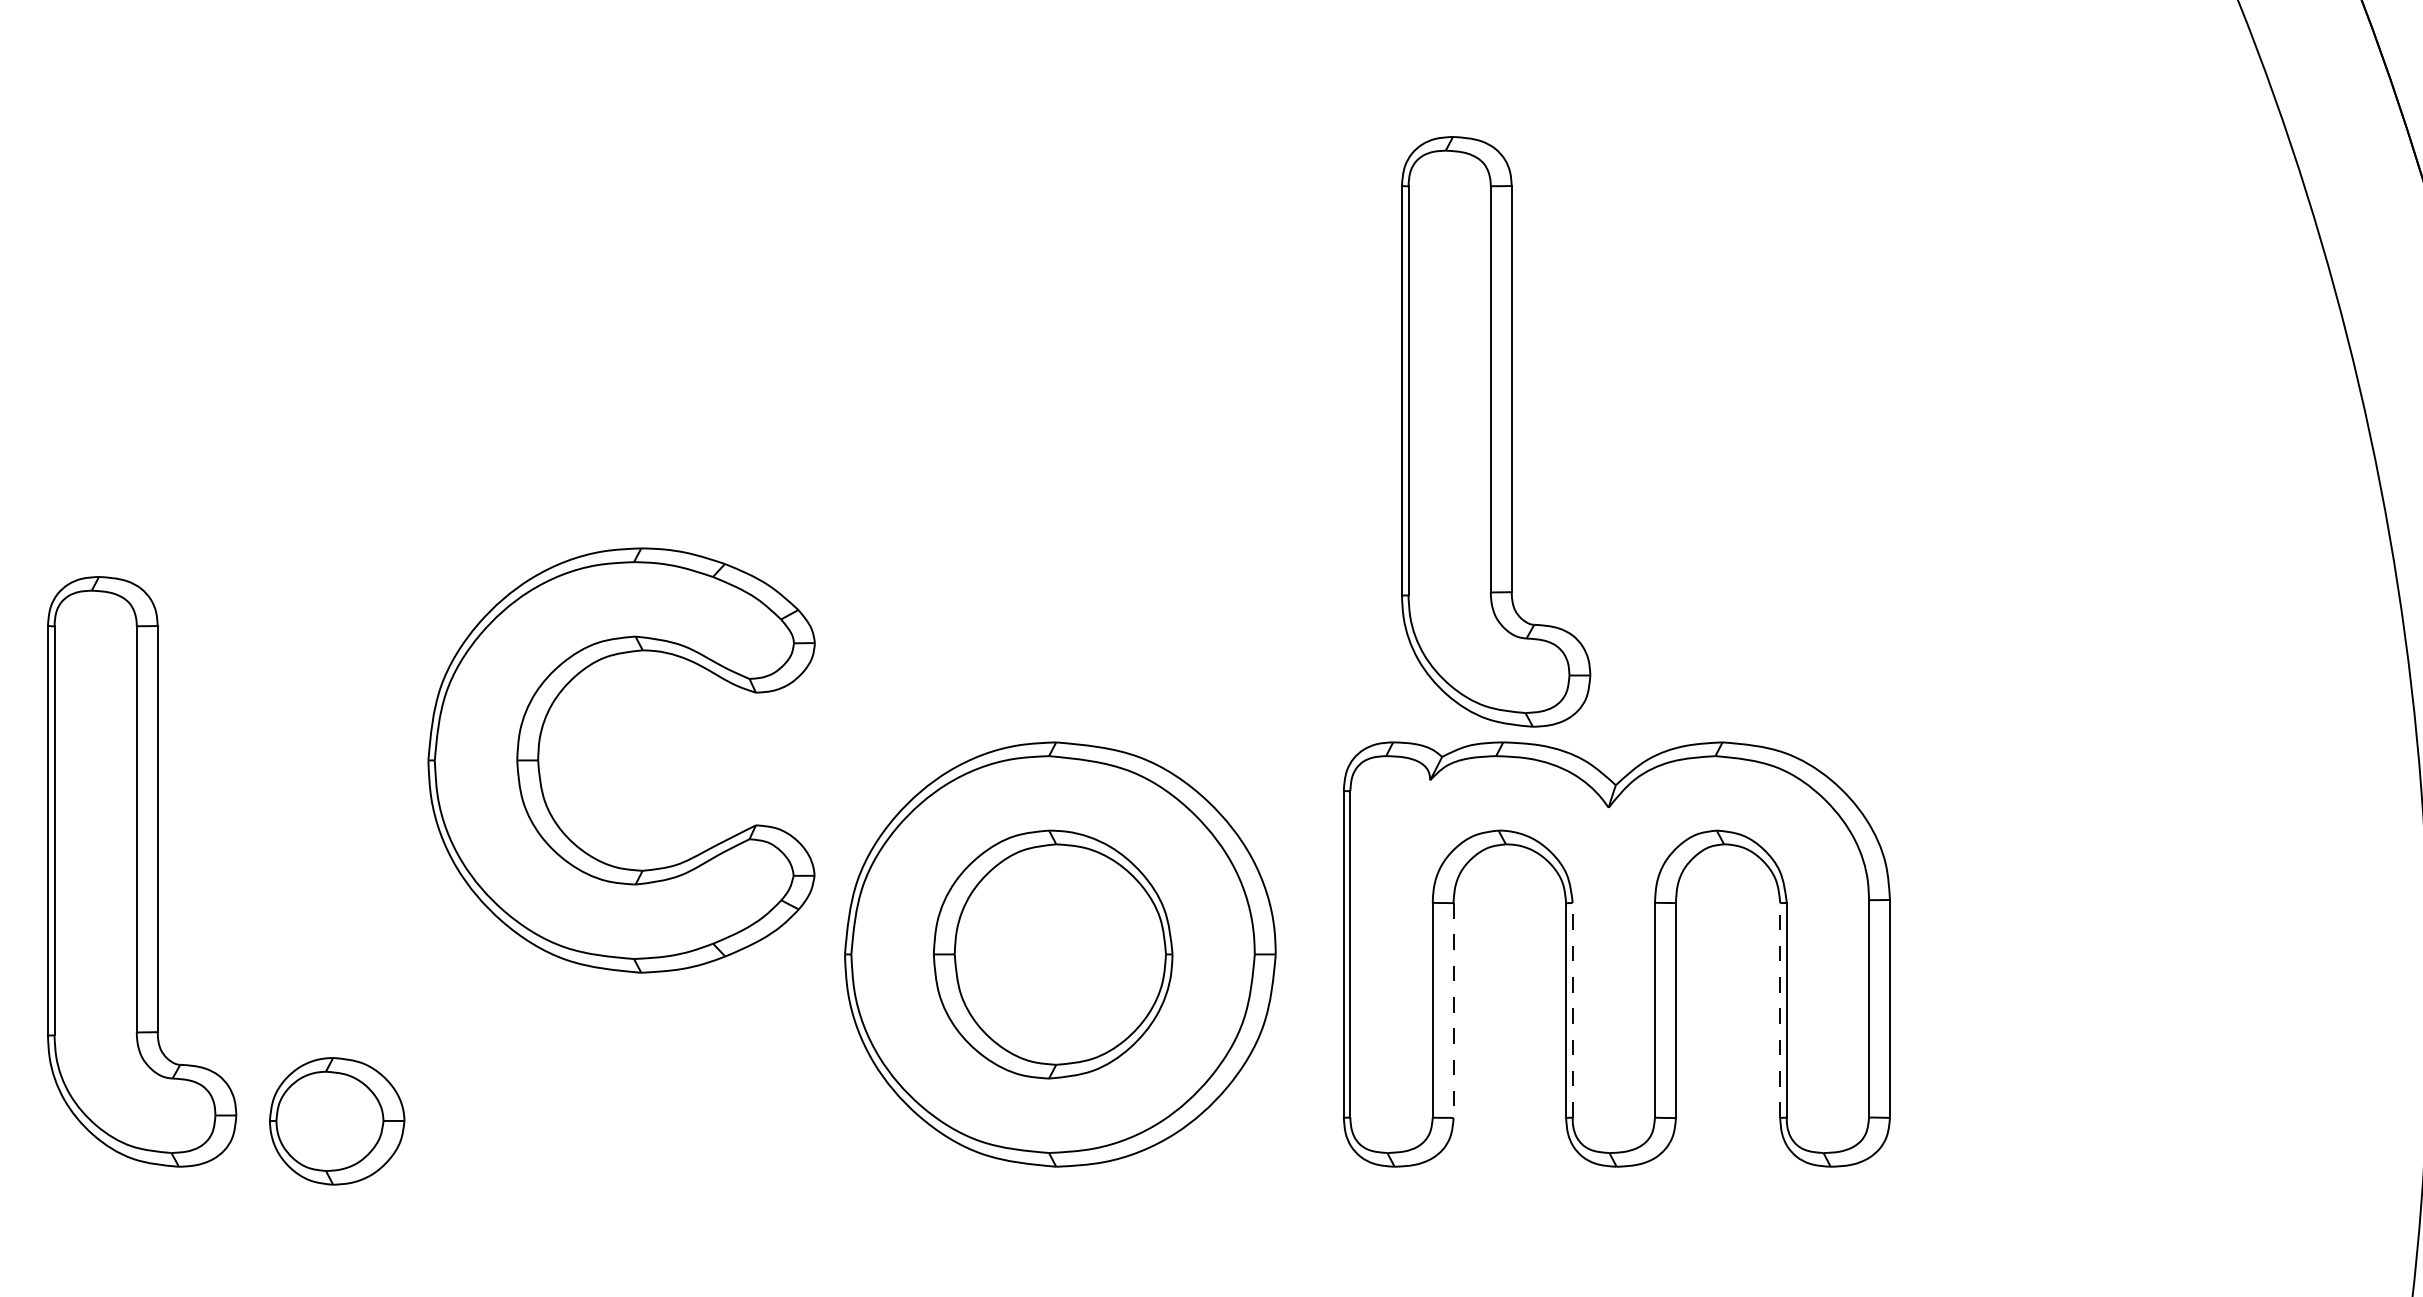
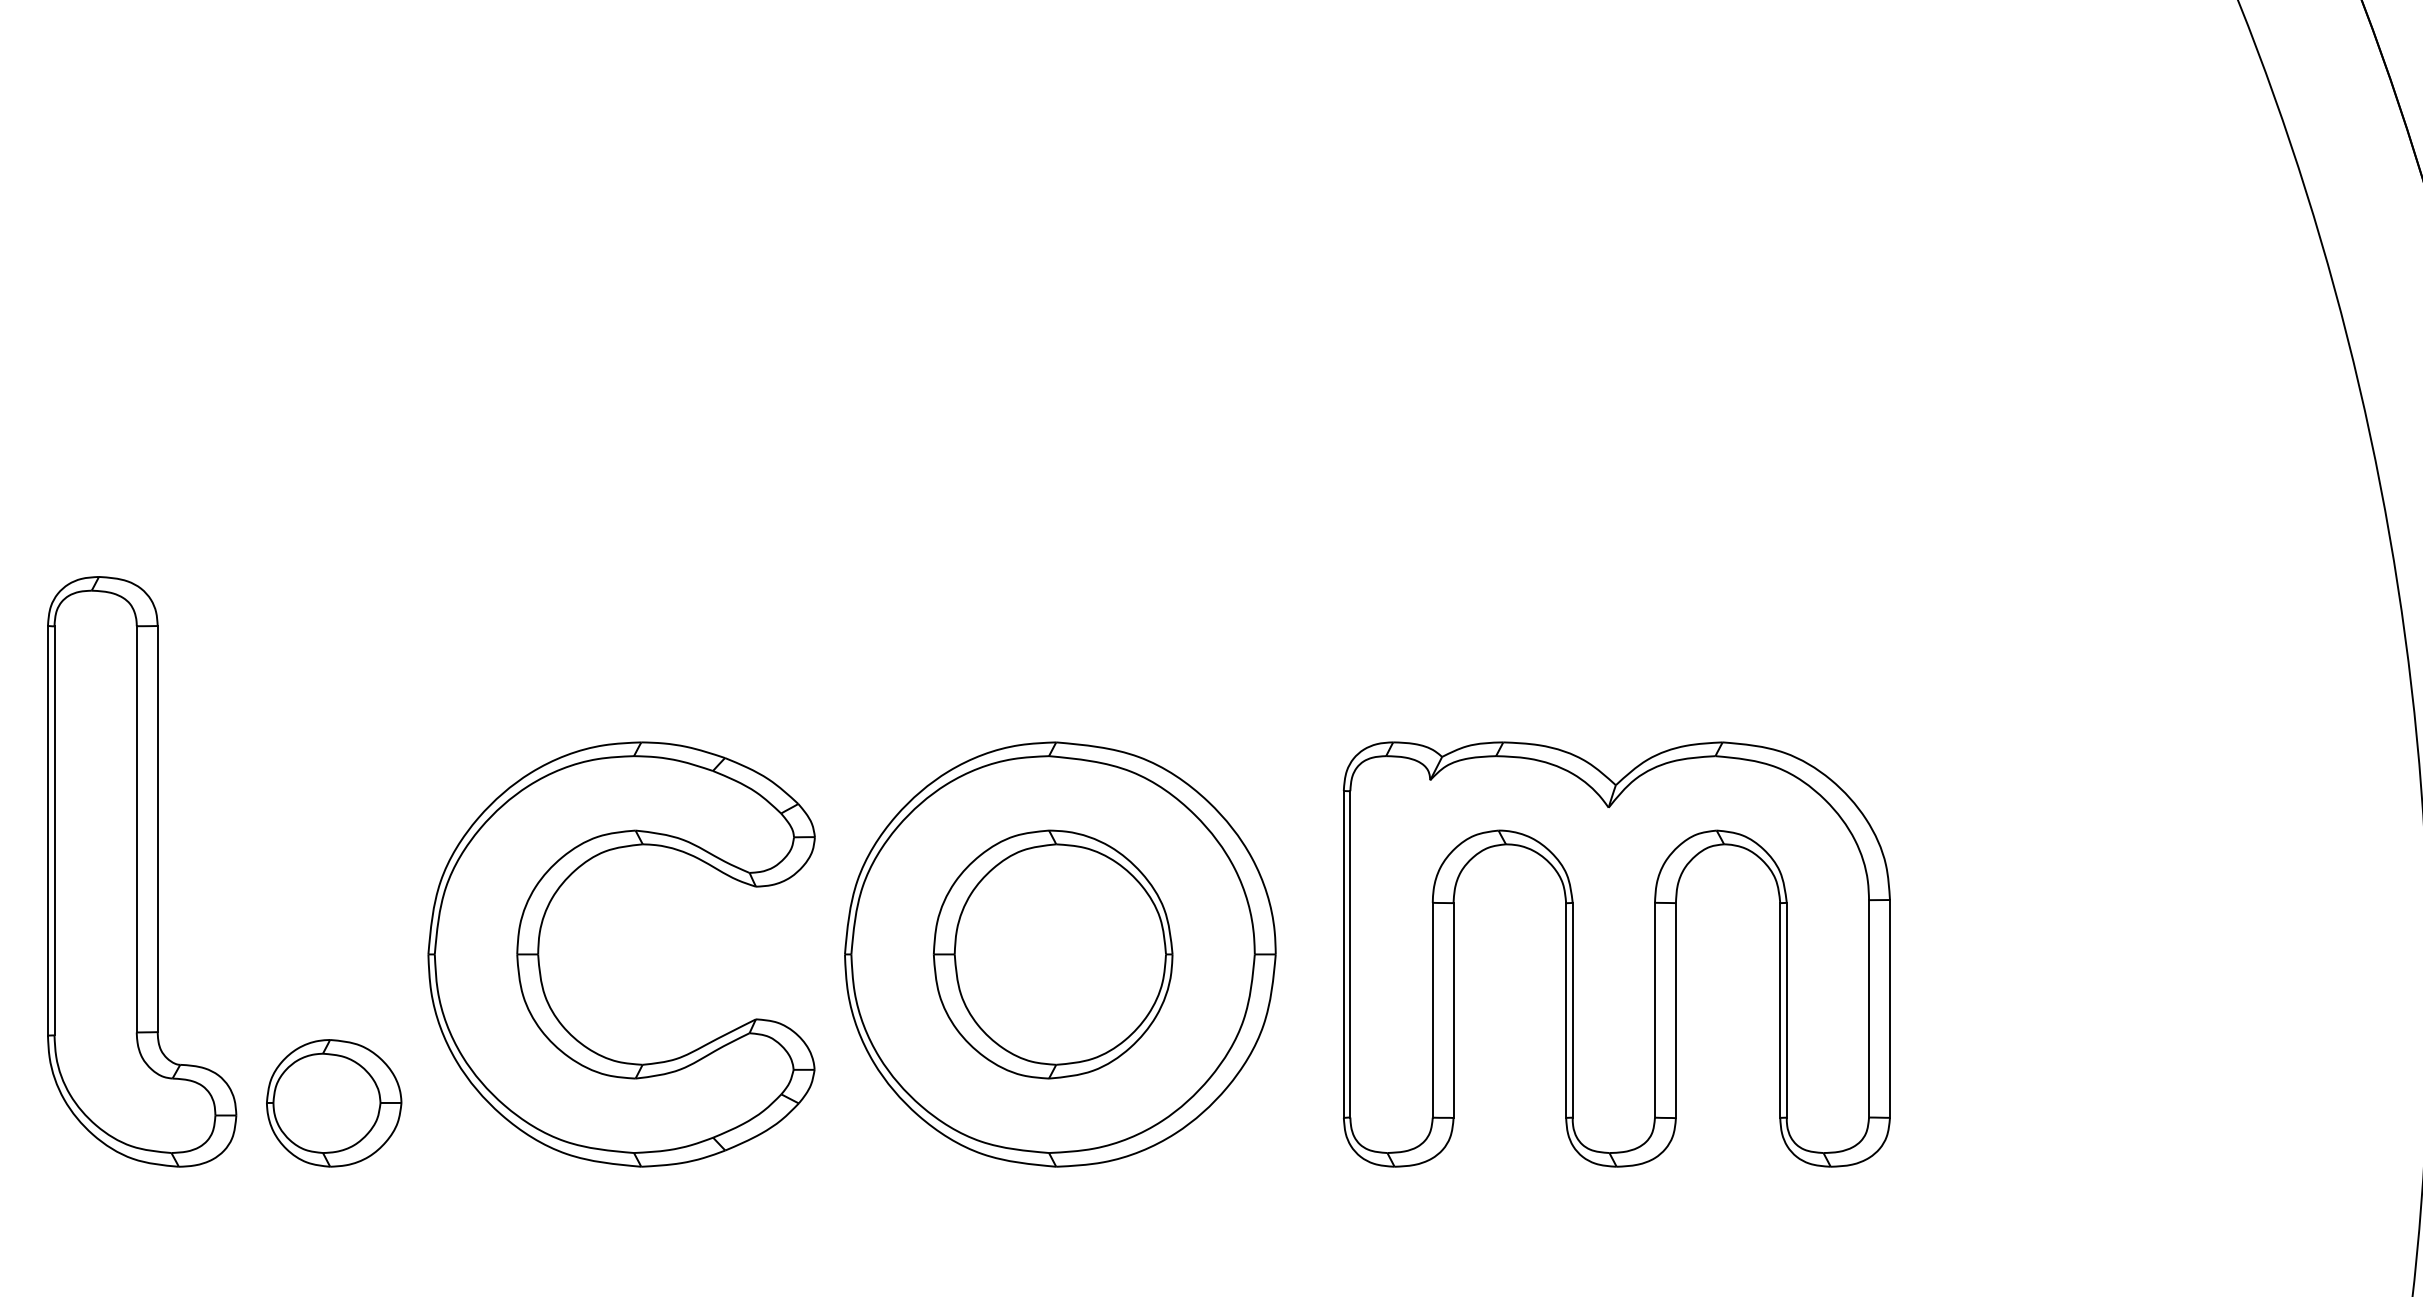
part at (1496, 431): present -> none
part at (540, 772) position: (540, 772) -> (540, 966)
line at (1572, 1009): dashed -> solid
line at (1780, 1009): dashed -> solid
line at (1453, 1011): dashed -> solid
part at (337, 1121) position: (337, 1121) -> (334, 1103)
